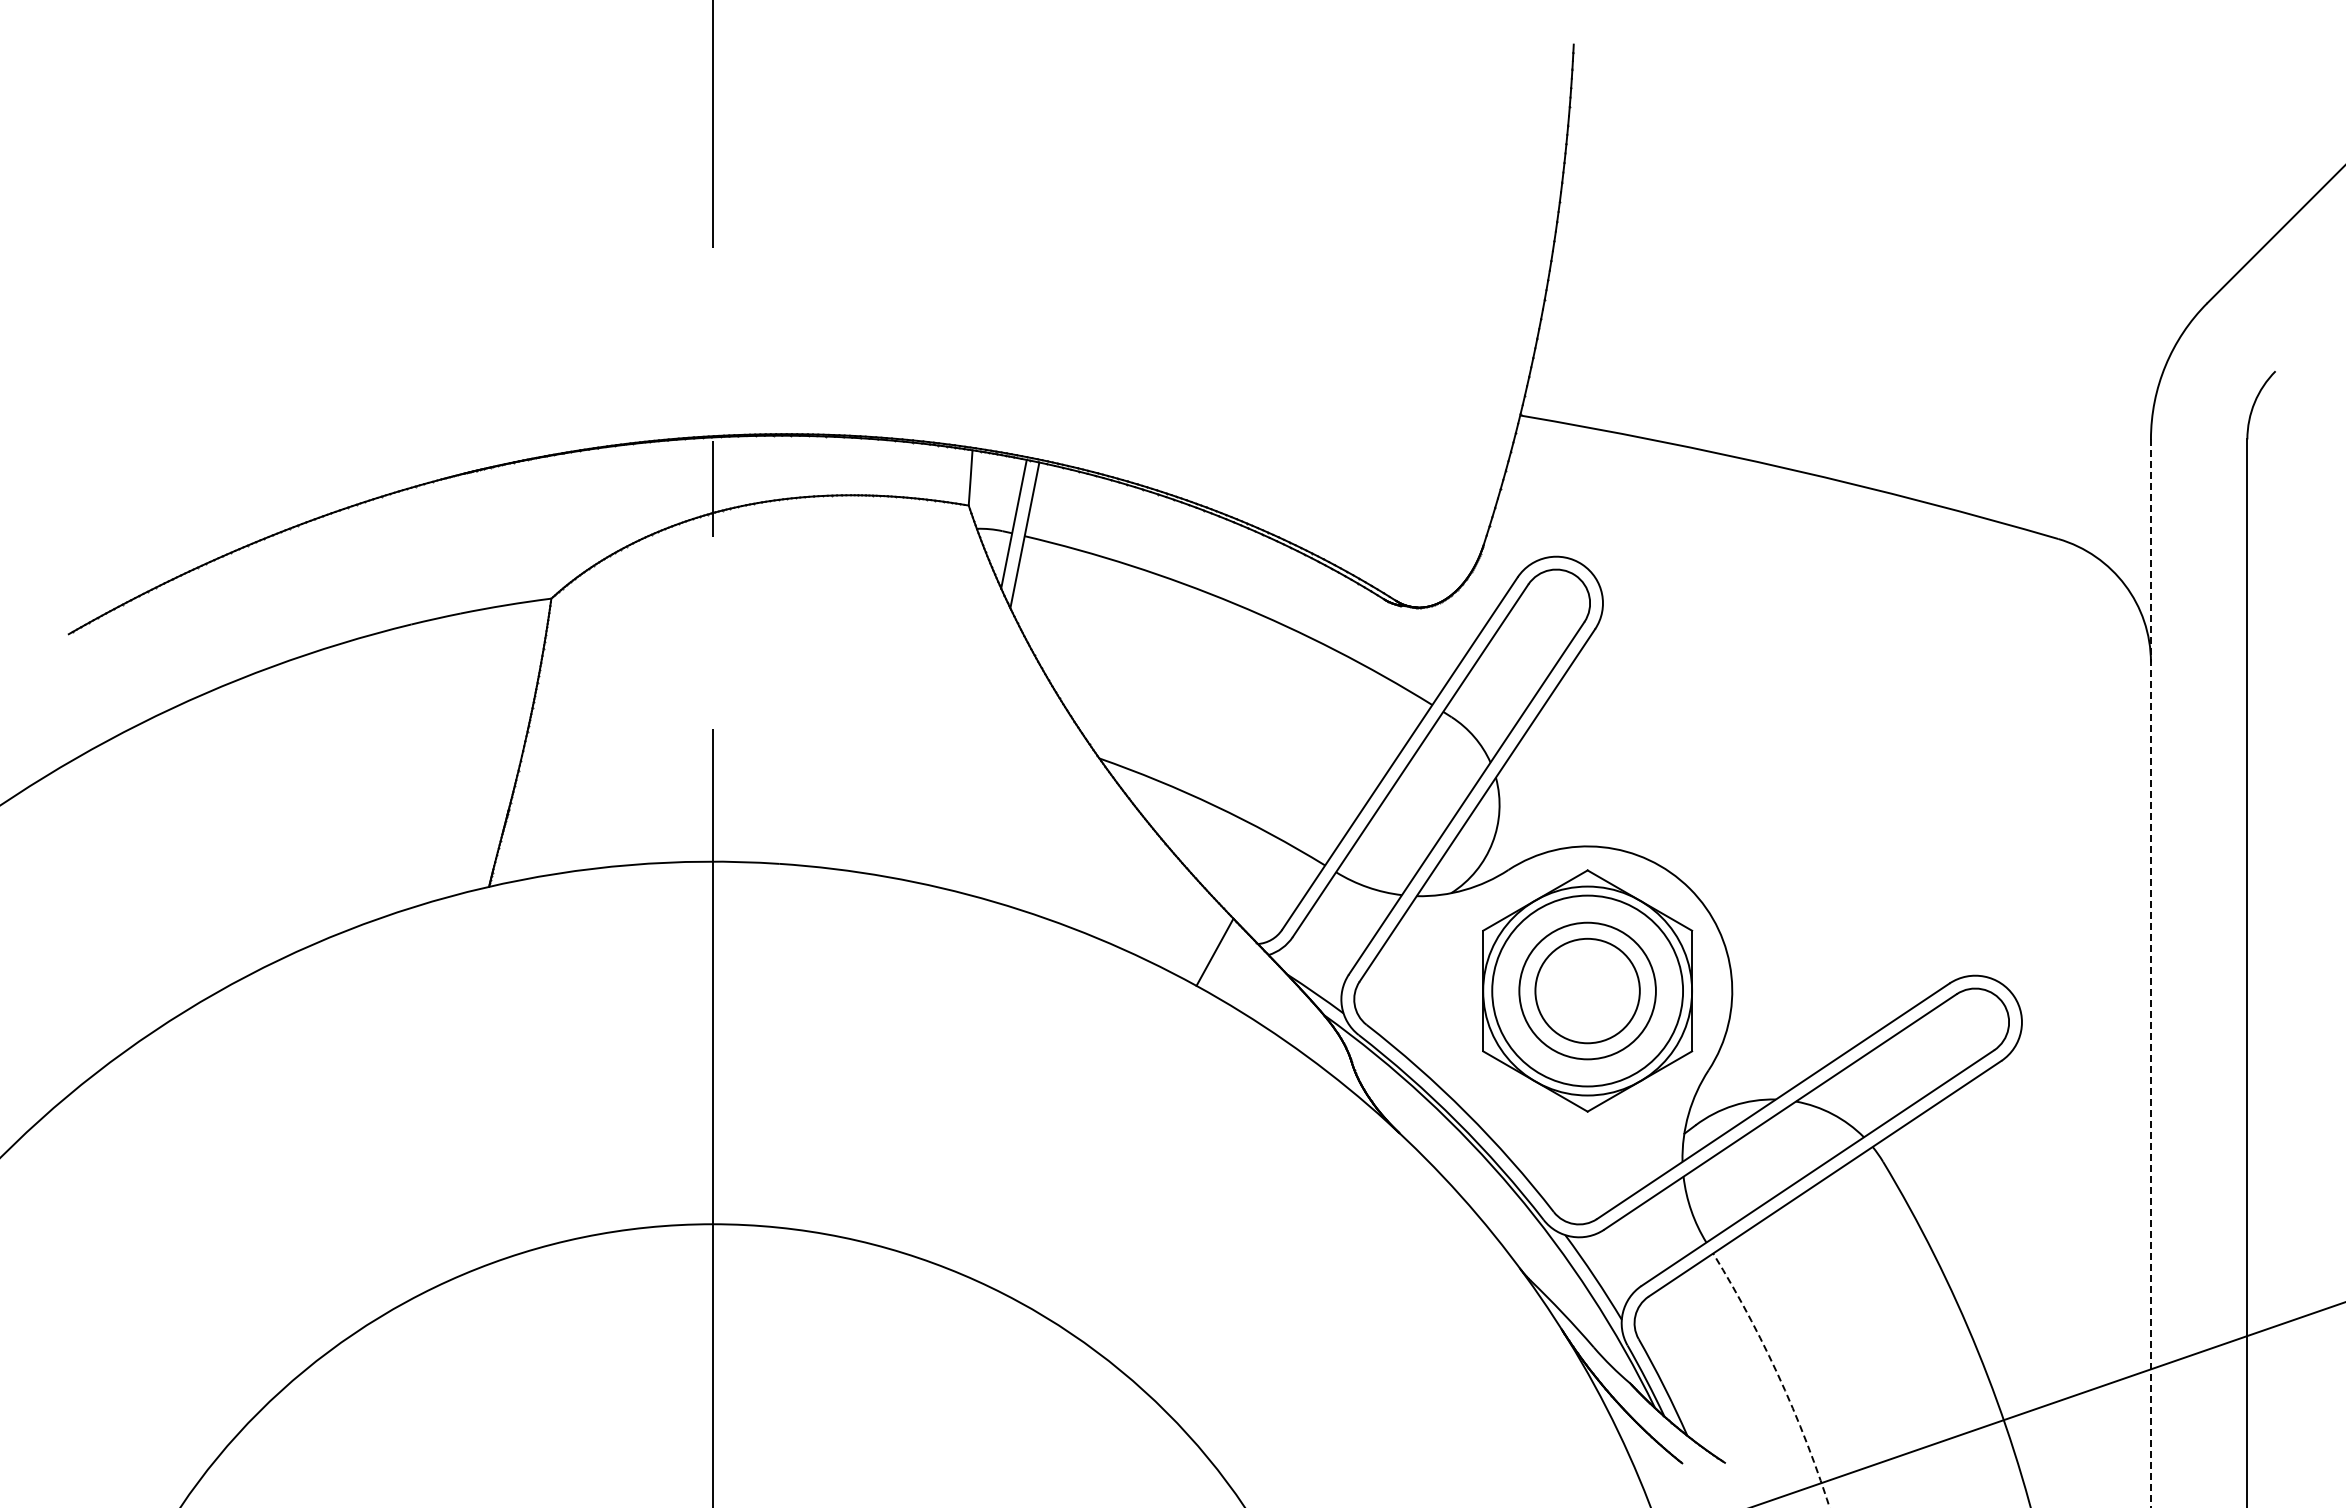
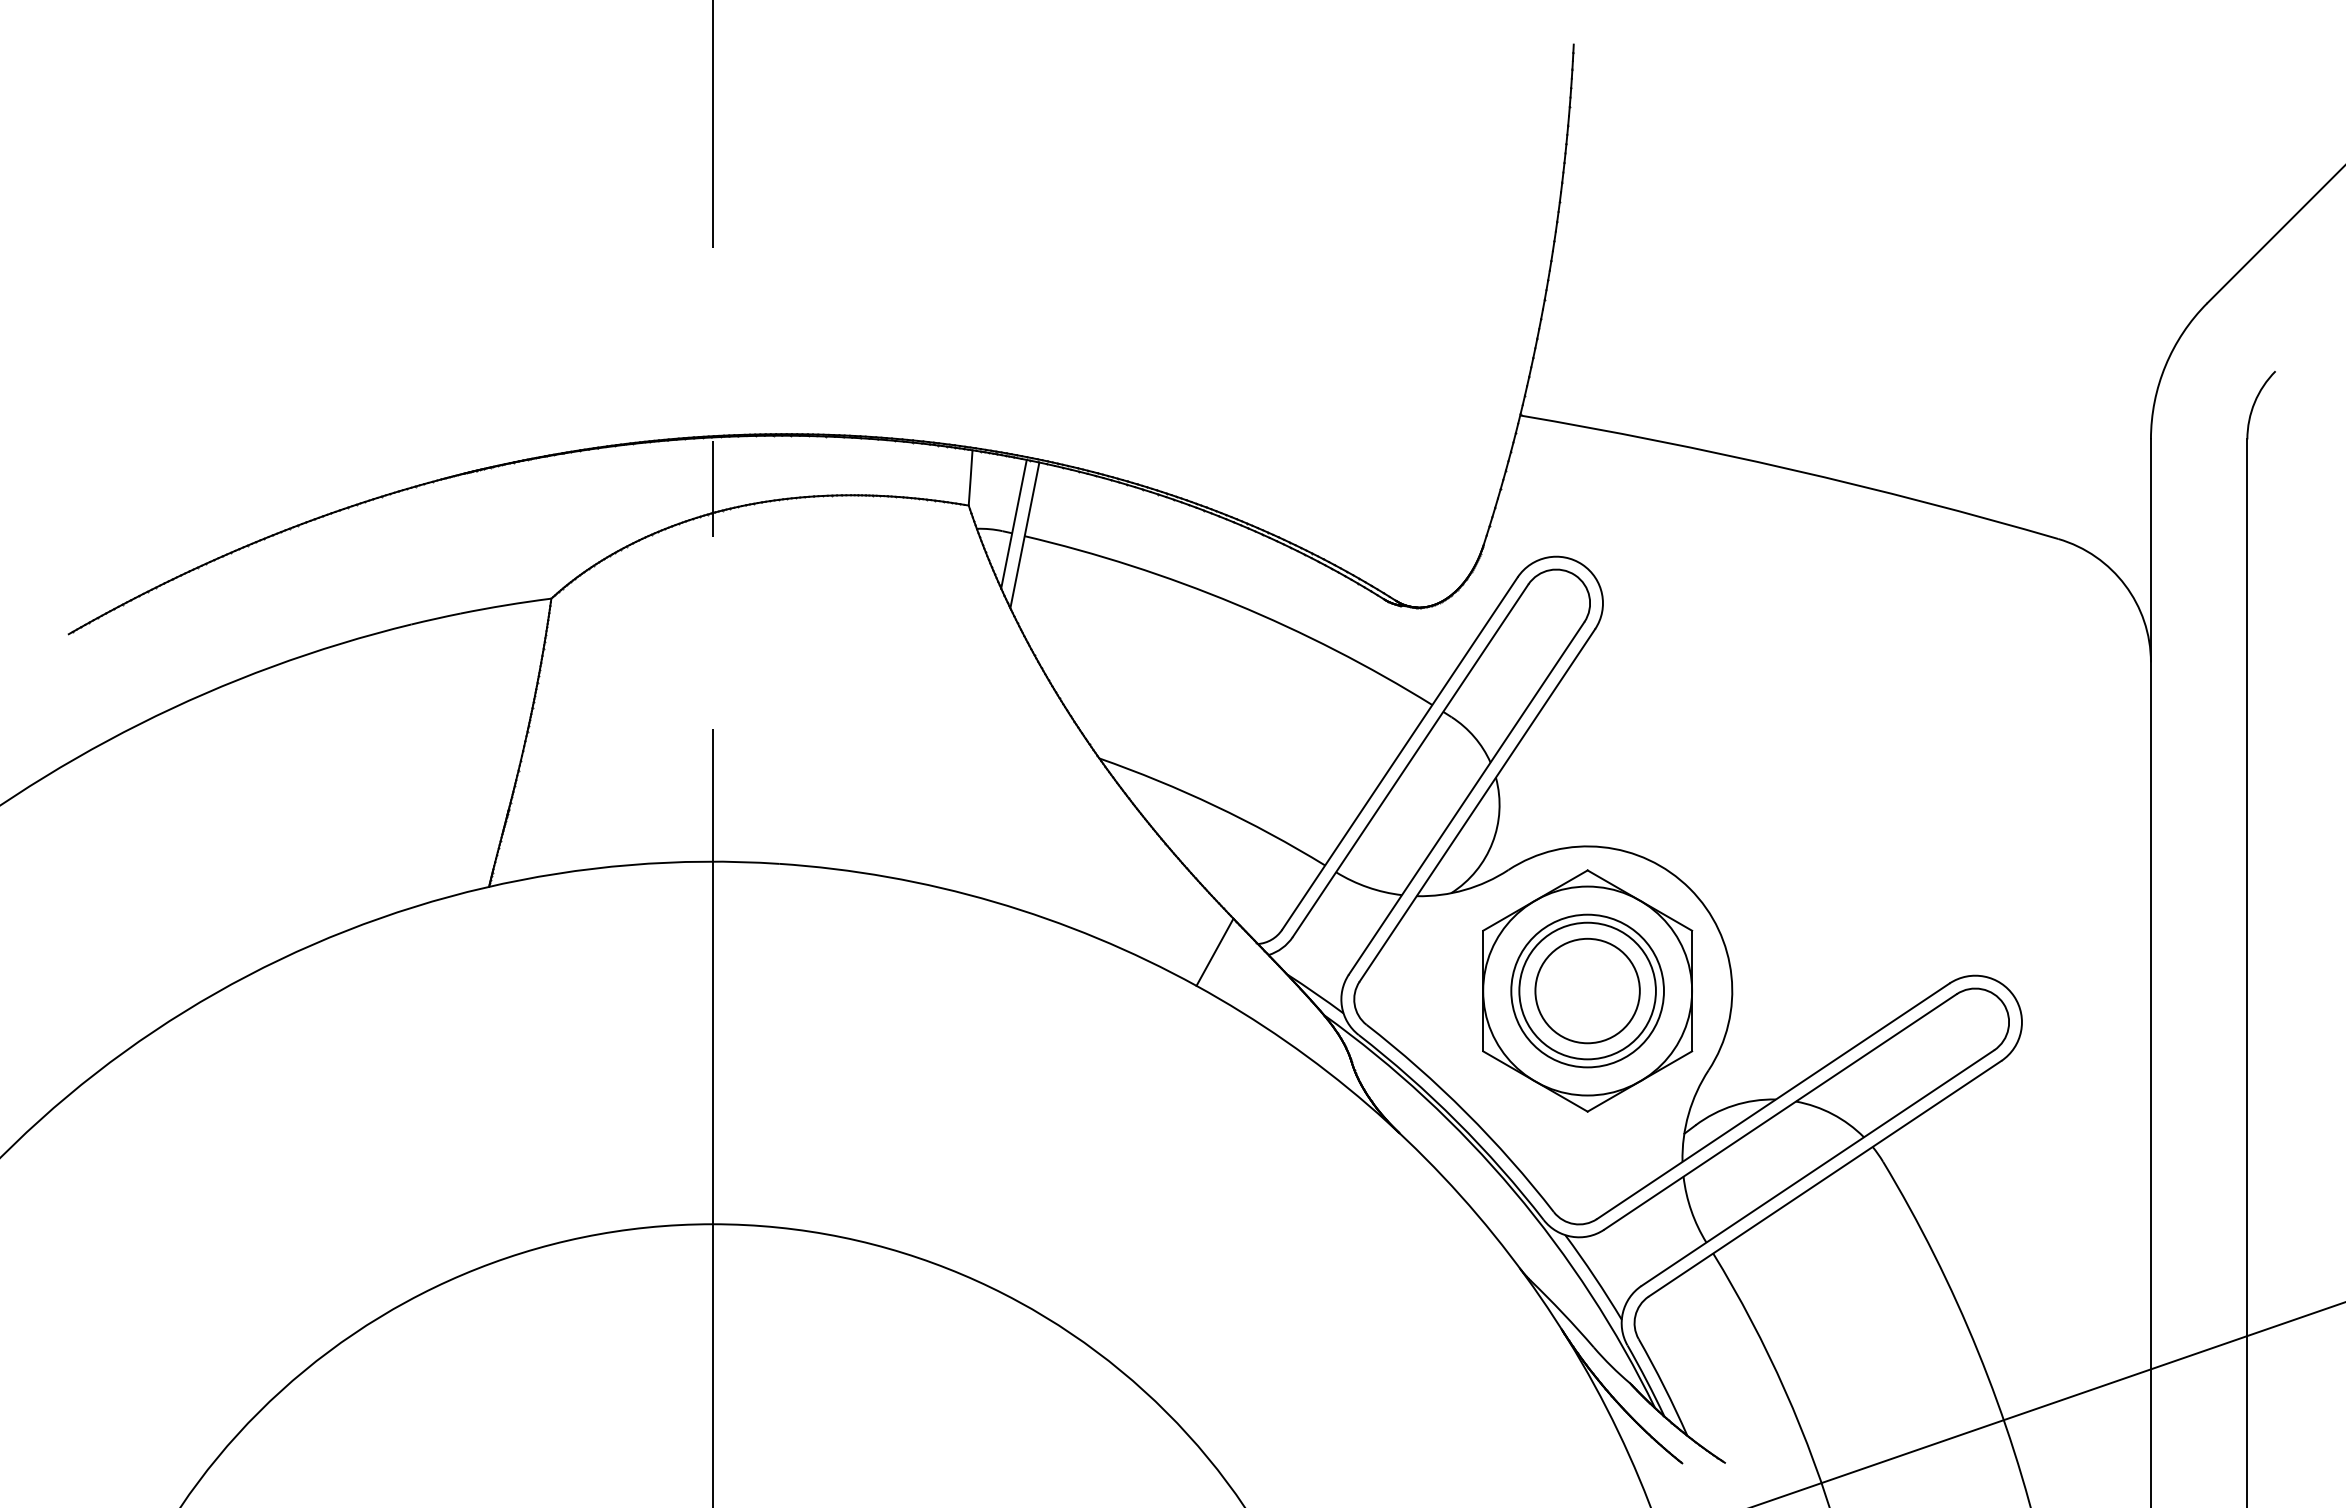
line at (2150, 973): dashed -> solid
circle at (1587, 990) diameter: 191 px -> 153 px
arc at (1778, 1377): dashed -> solid
